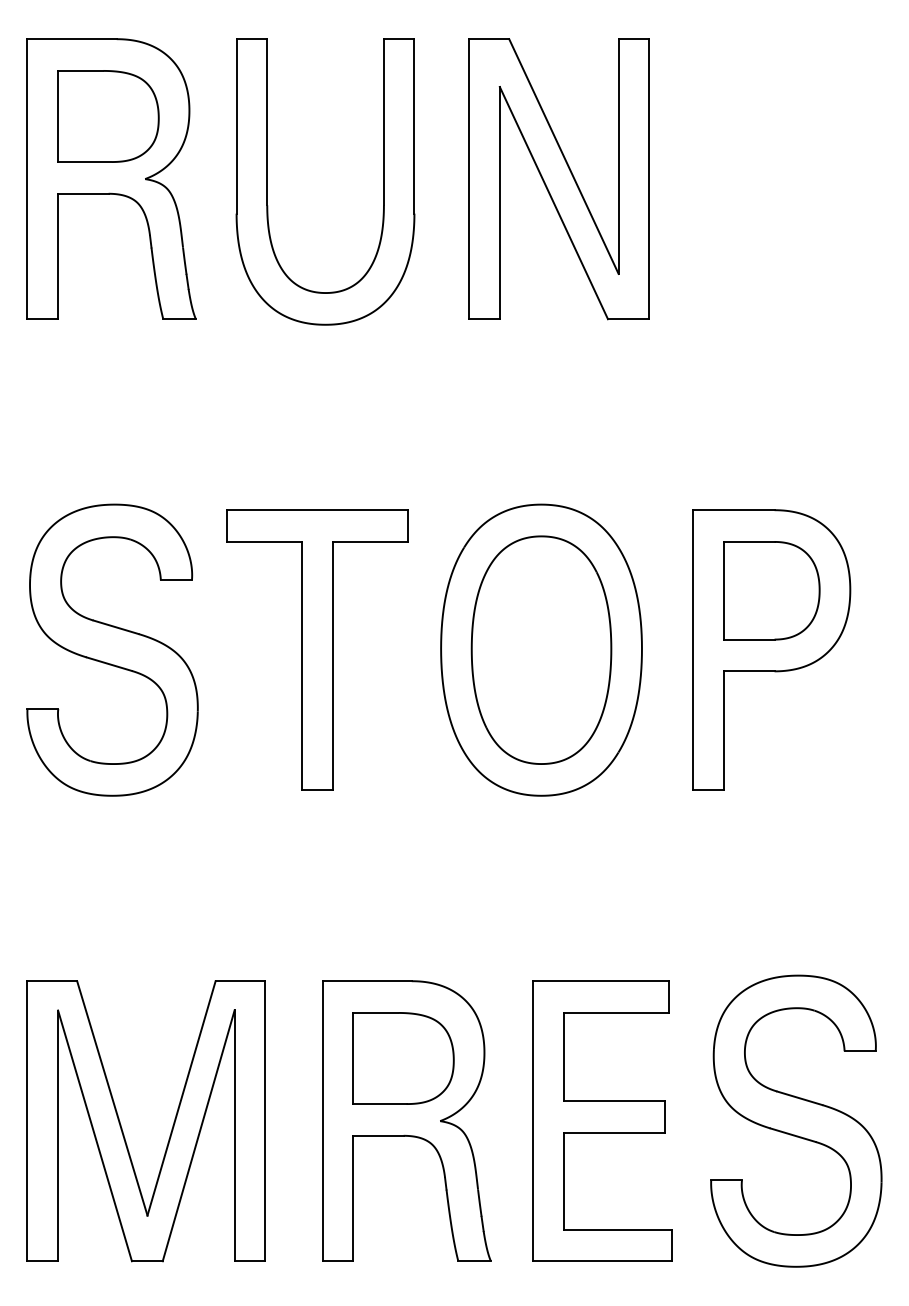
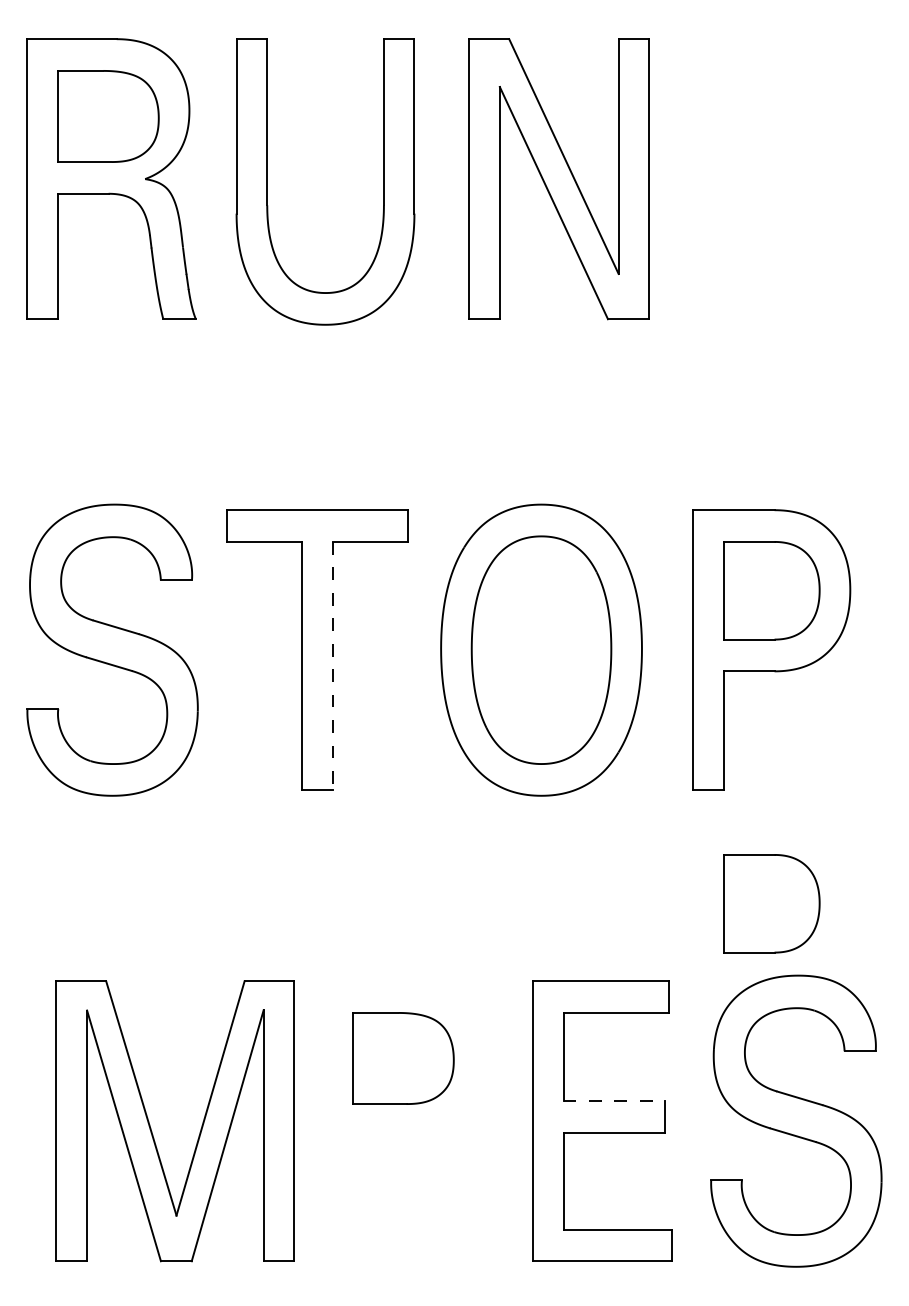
line at (332, 666): solid -> dashed
part at (771, 903): none -> present
line at (614, 1101): solid -> dashed
part at (406, 1120): present -> none
part at (122, 1128) position: (122, 1128) -> (151, 1128)
